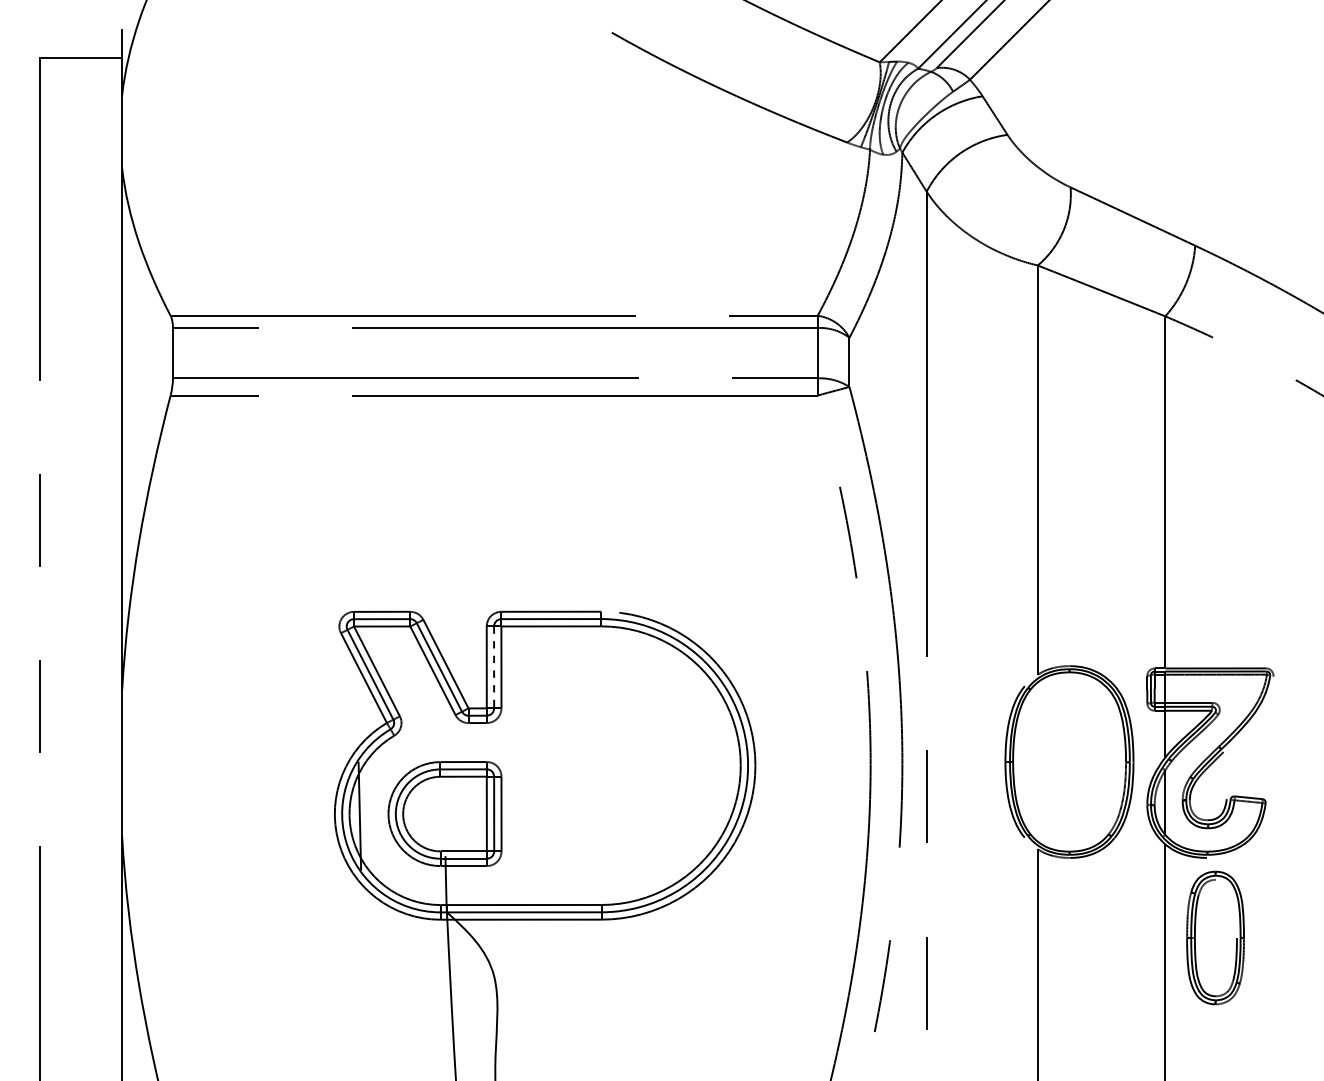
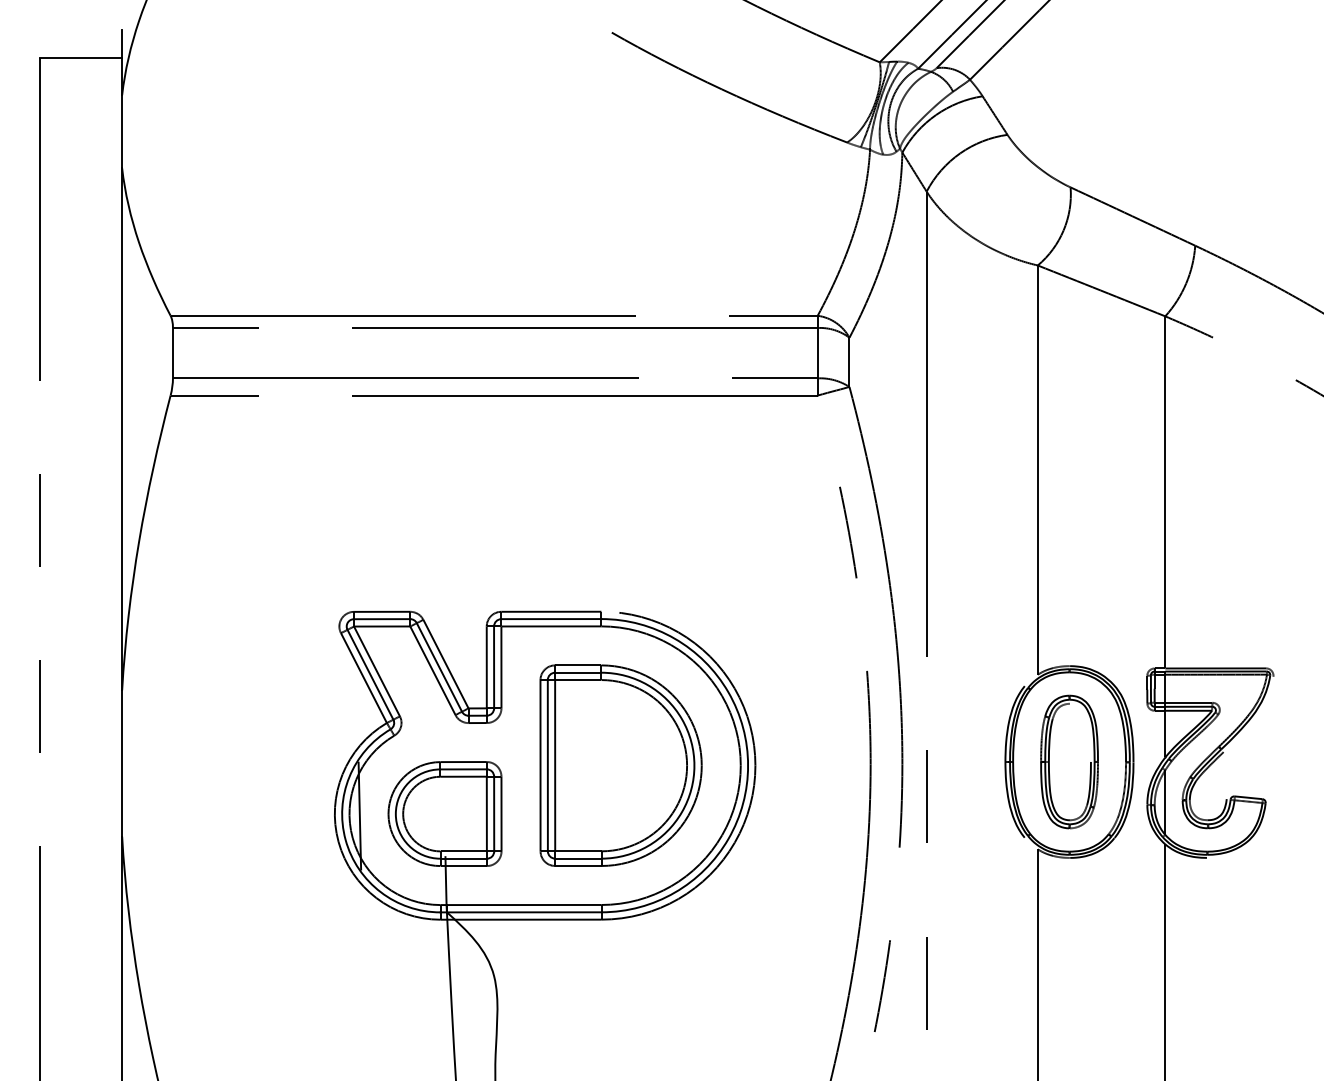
line at (494, 667): dashed -> solid
part at (620, 765): none -> present
part at (1215, 937) position: (1215, 937) -> (1069, 761)
